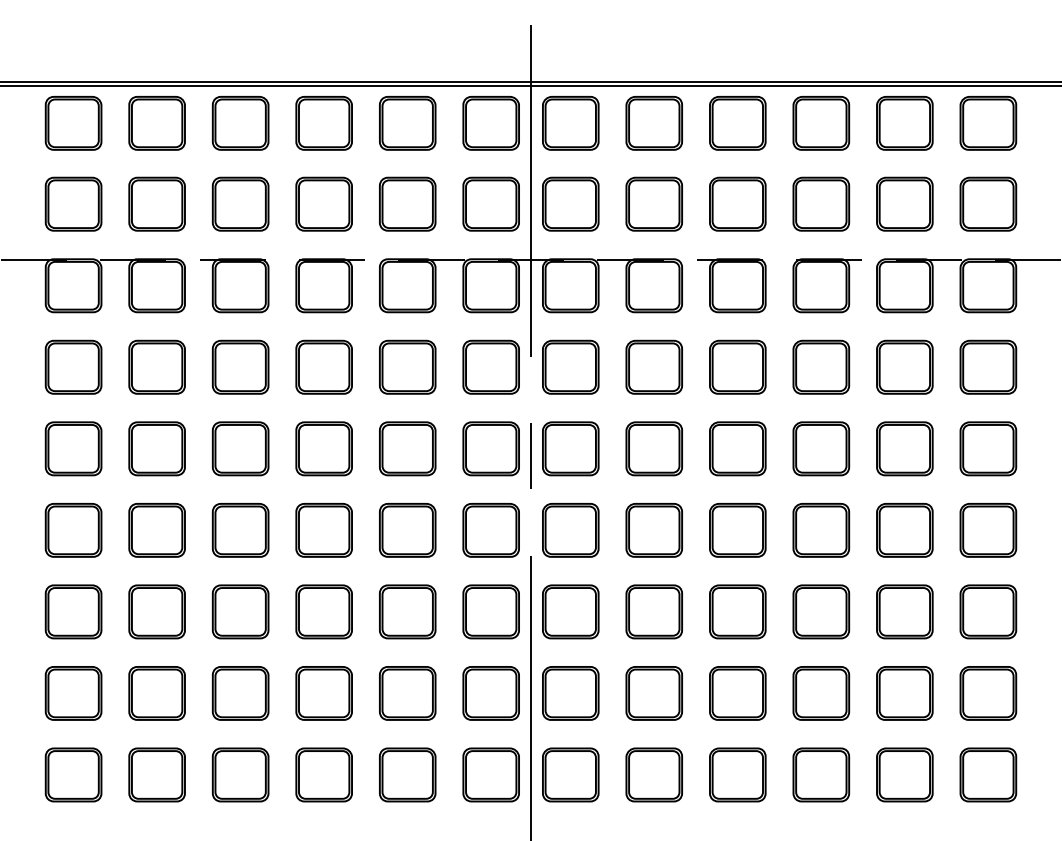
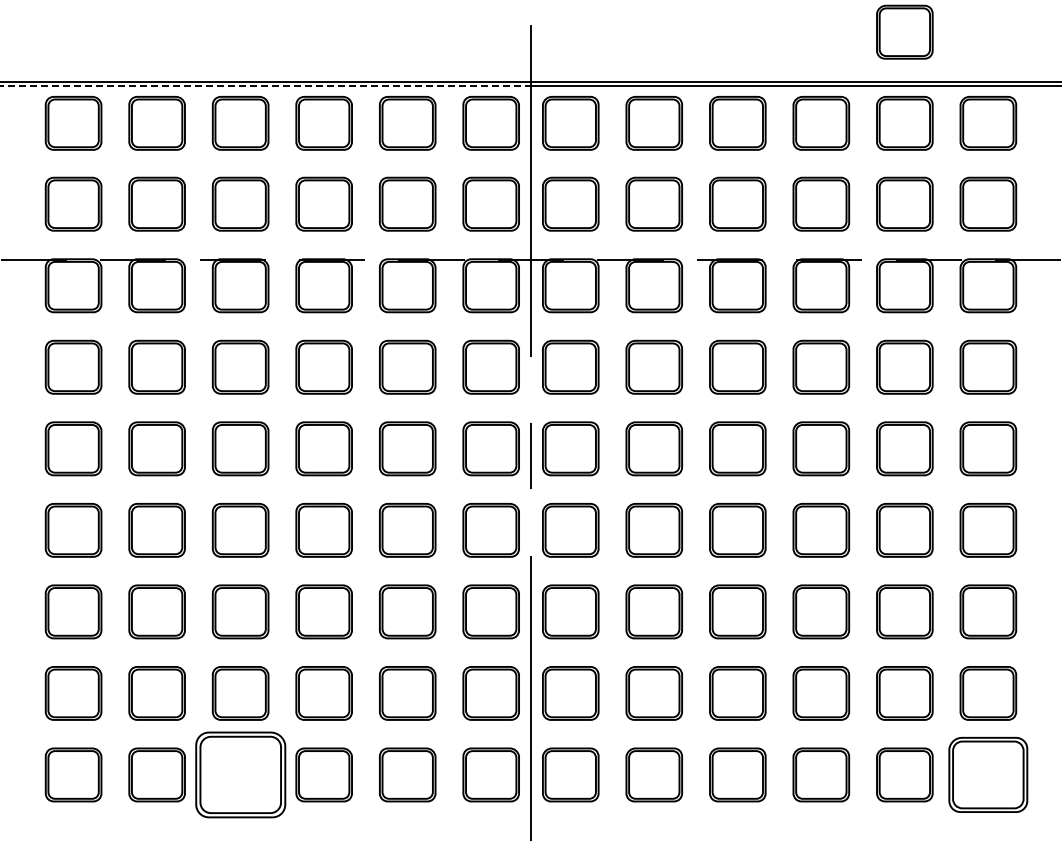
part at (904, 31): none -> present
line at (266, 86): solid -> dashed
part at (240, 774) size: 59x56 px -> 92x88 px
part at (988, 774) size: 59x56 px -> 81x76 px
